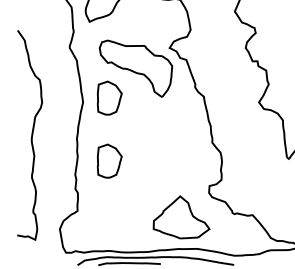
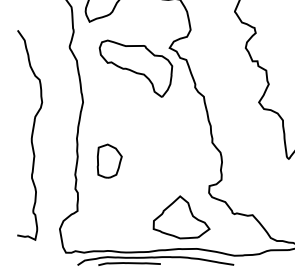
part at (109, 97): present -> none
